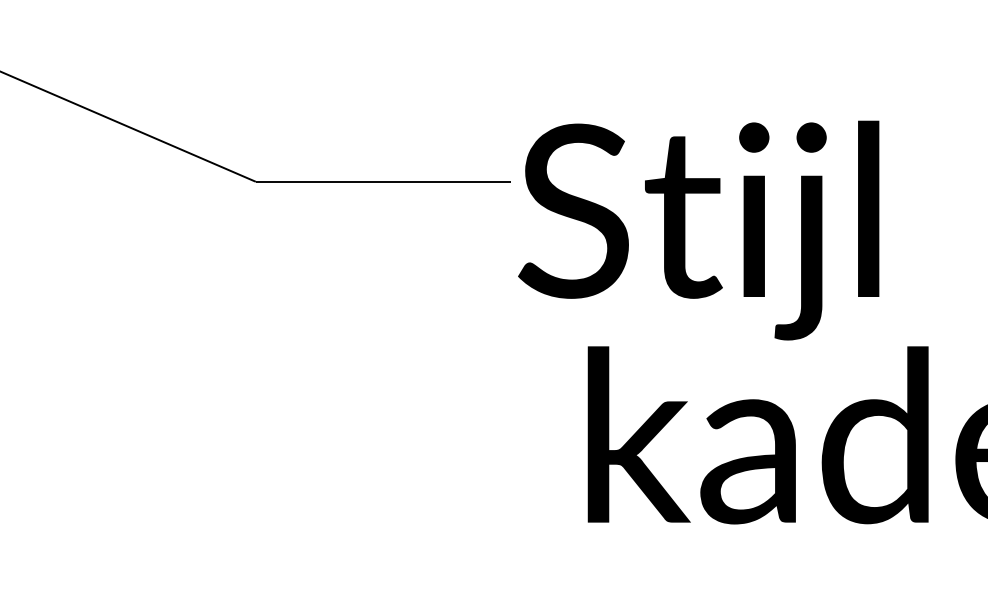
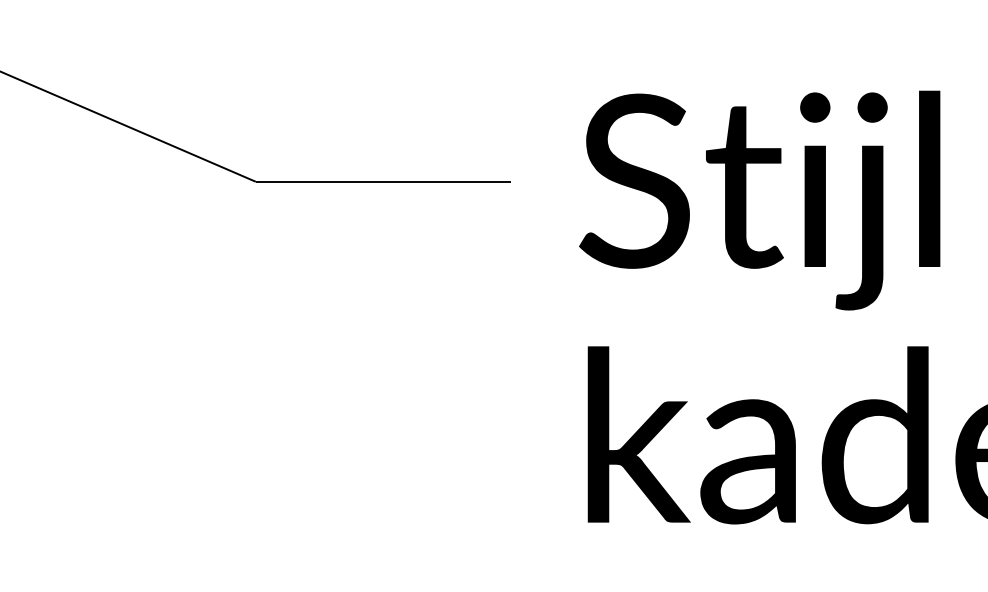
text at (698, 230) position: (698, 230) -> (759, 200)
